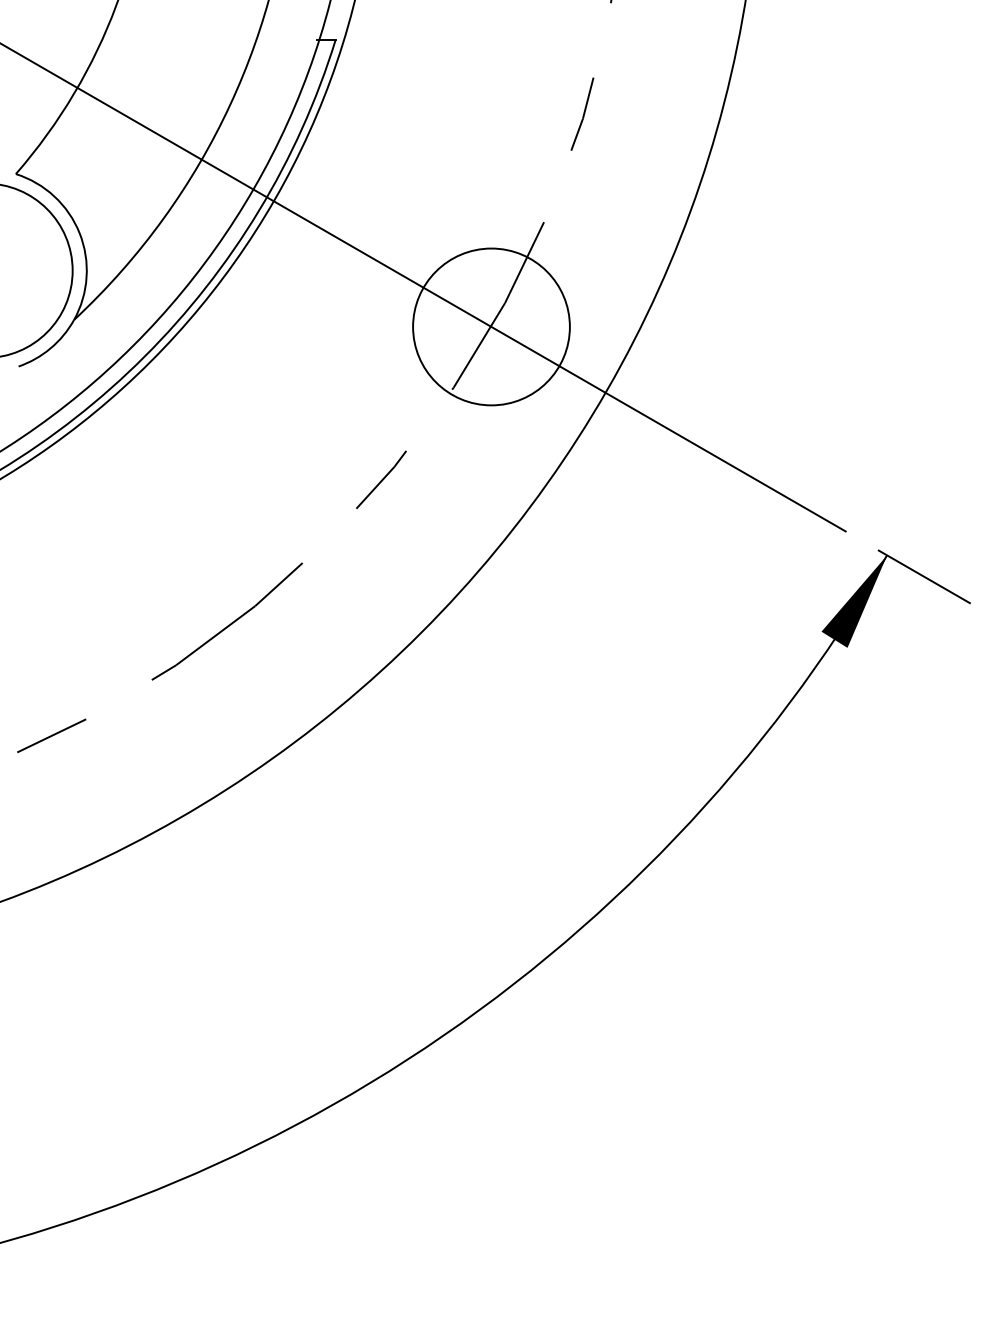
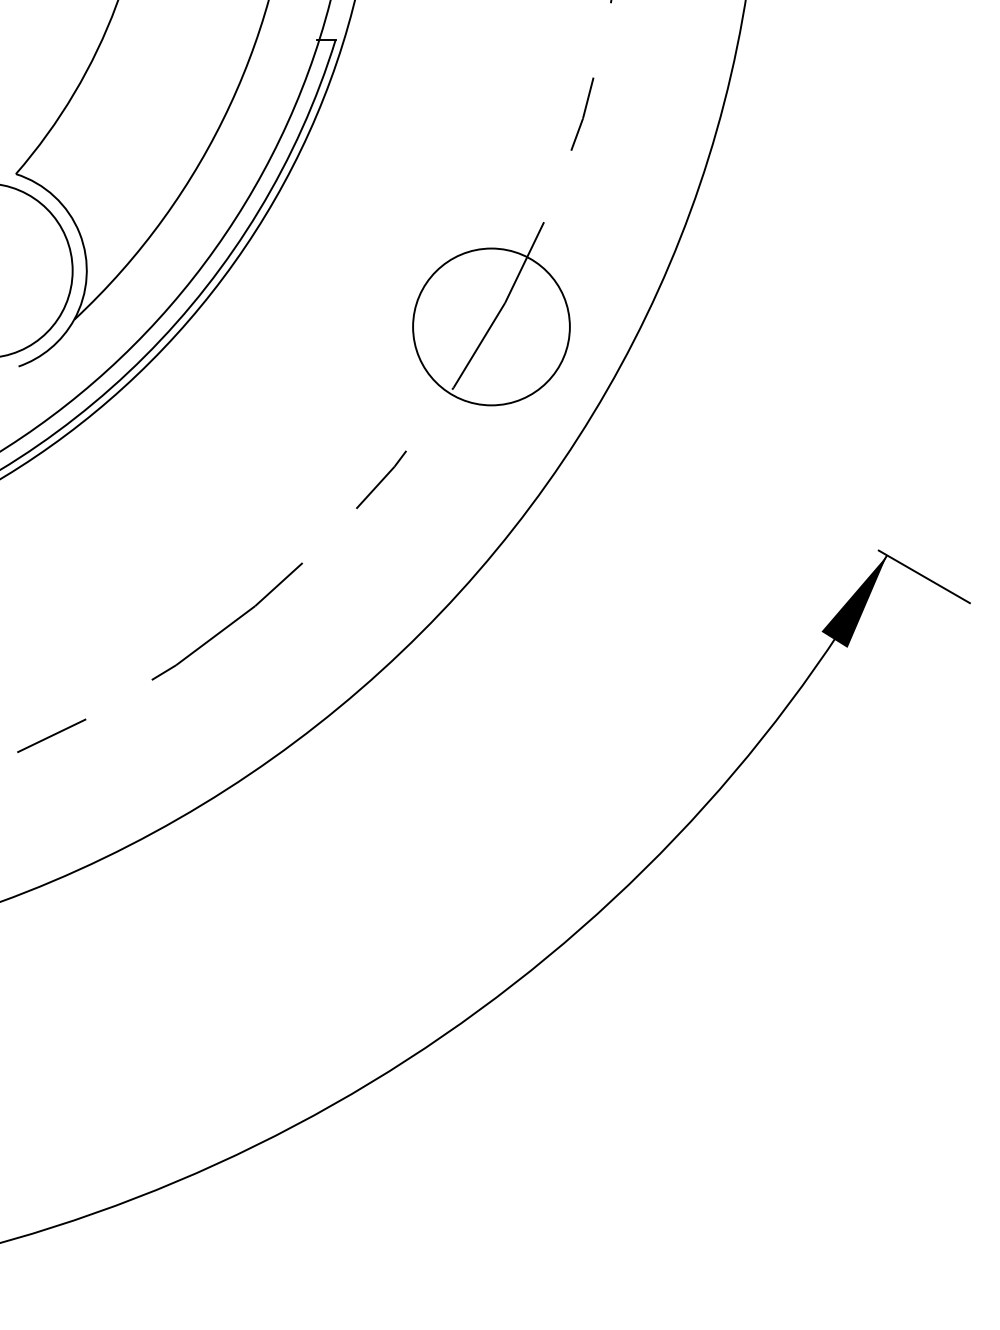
line at (423, 287): present -> none
